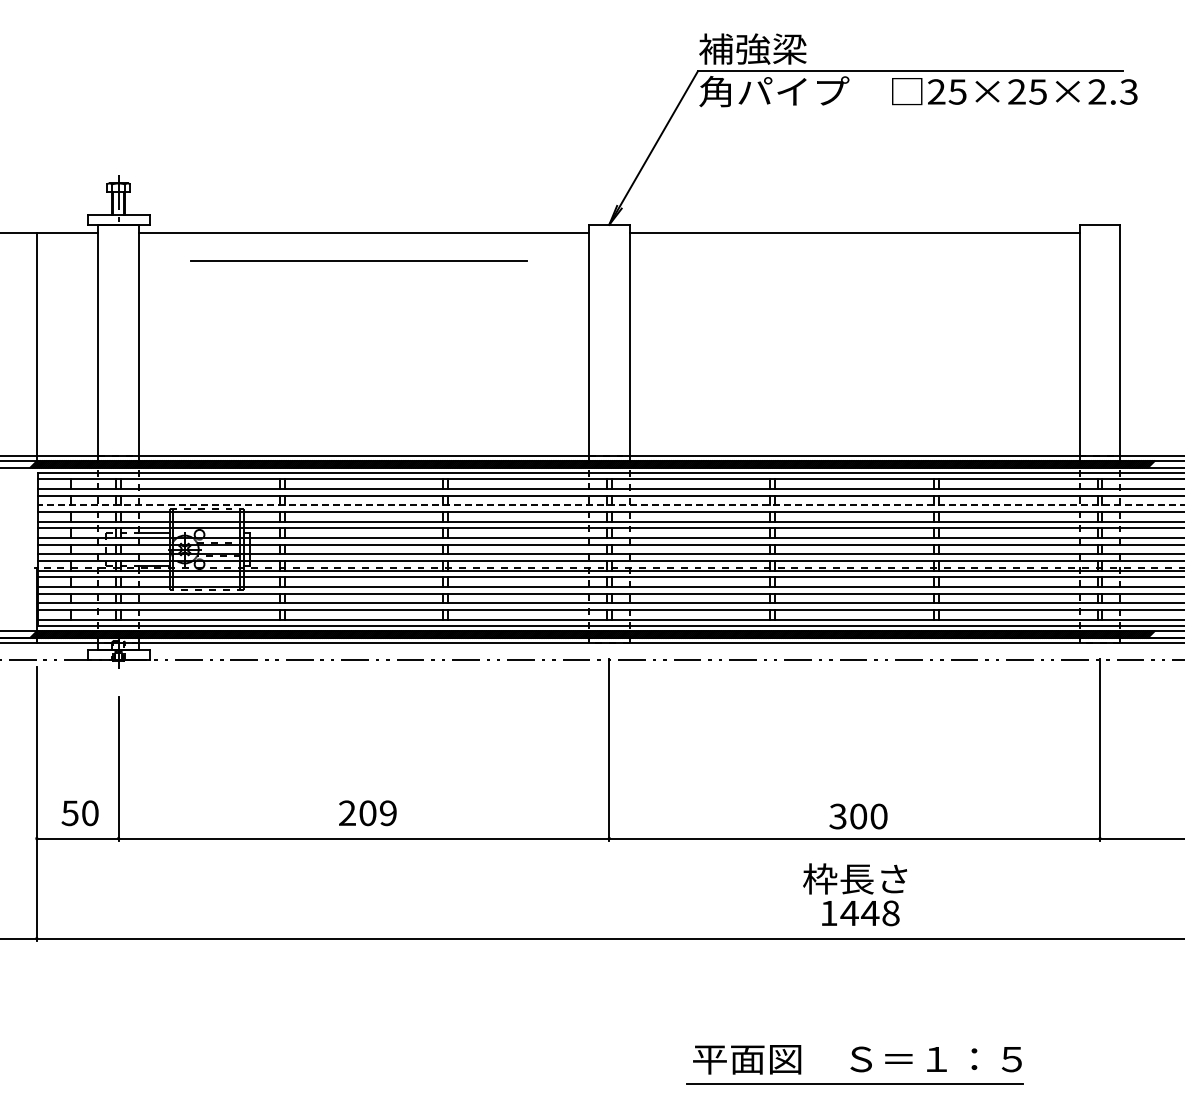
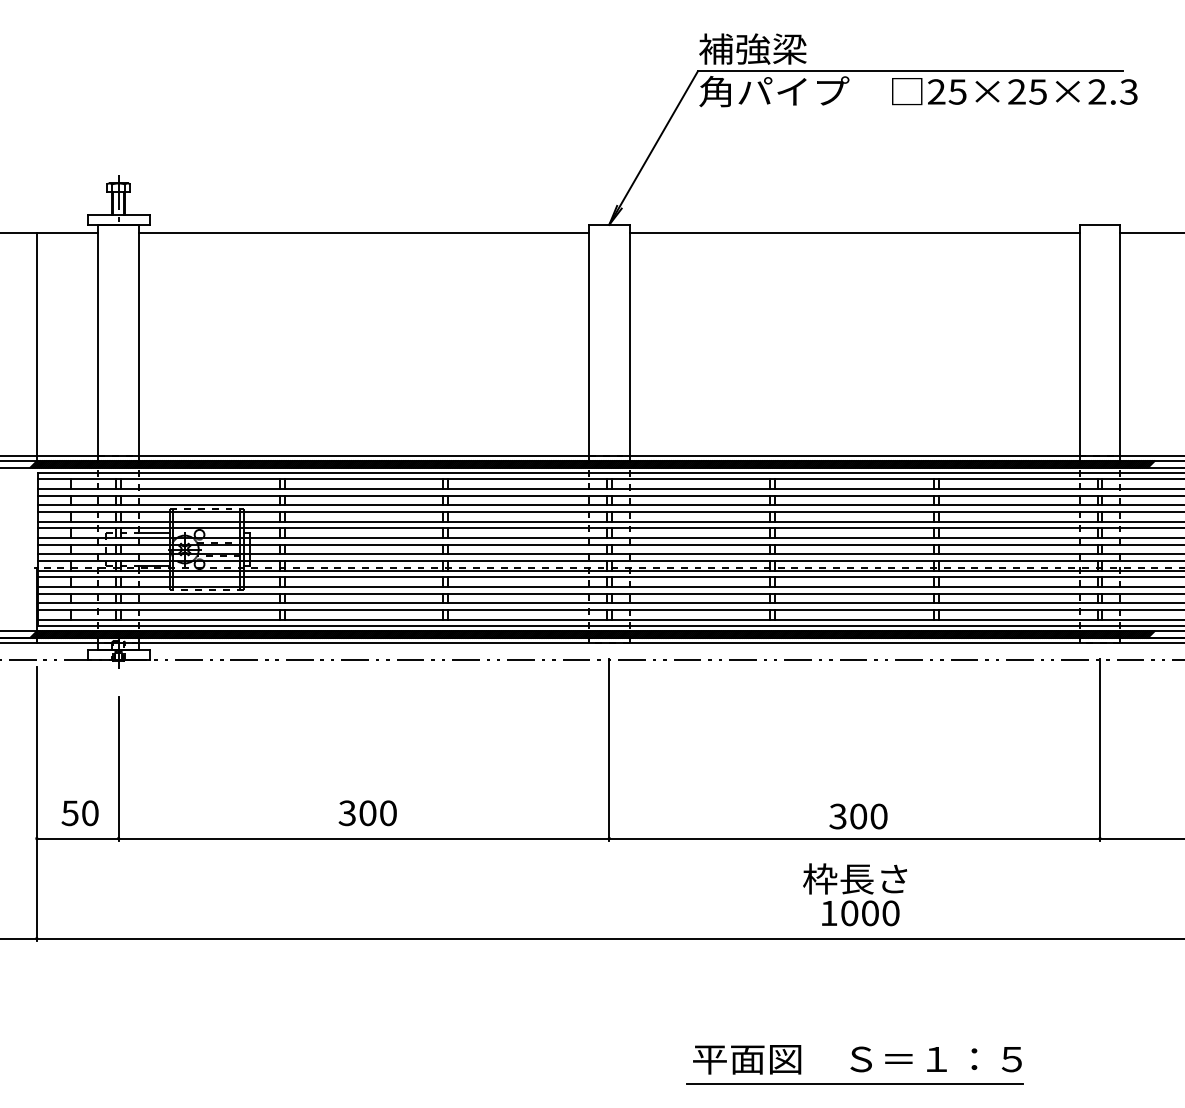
line at (1150, 233): none -> present
line at (358, 260): present -> none
line at (611, 505): dashed -> solid
text at (367, 813): 209 -> 300
text at (869, 913): 1448 -> 1000
